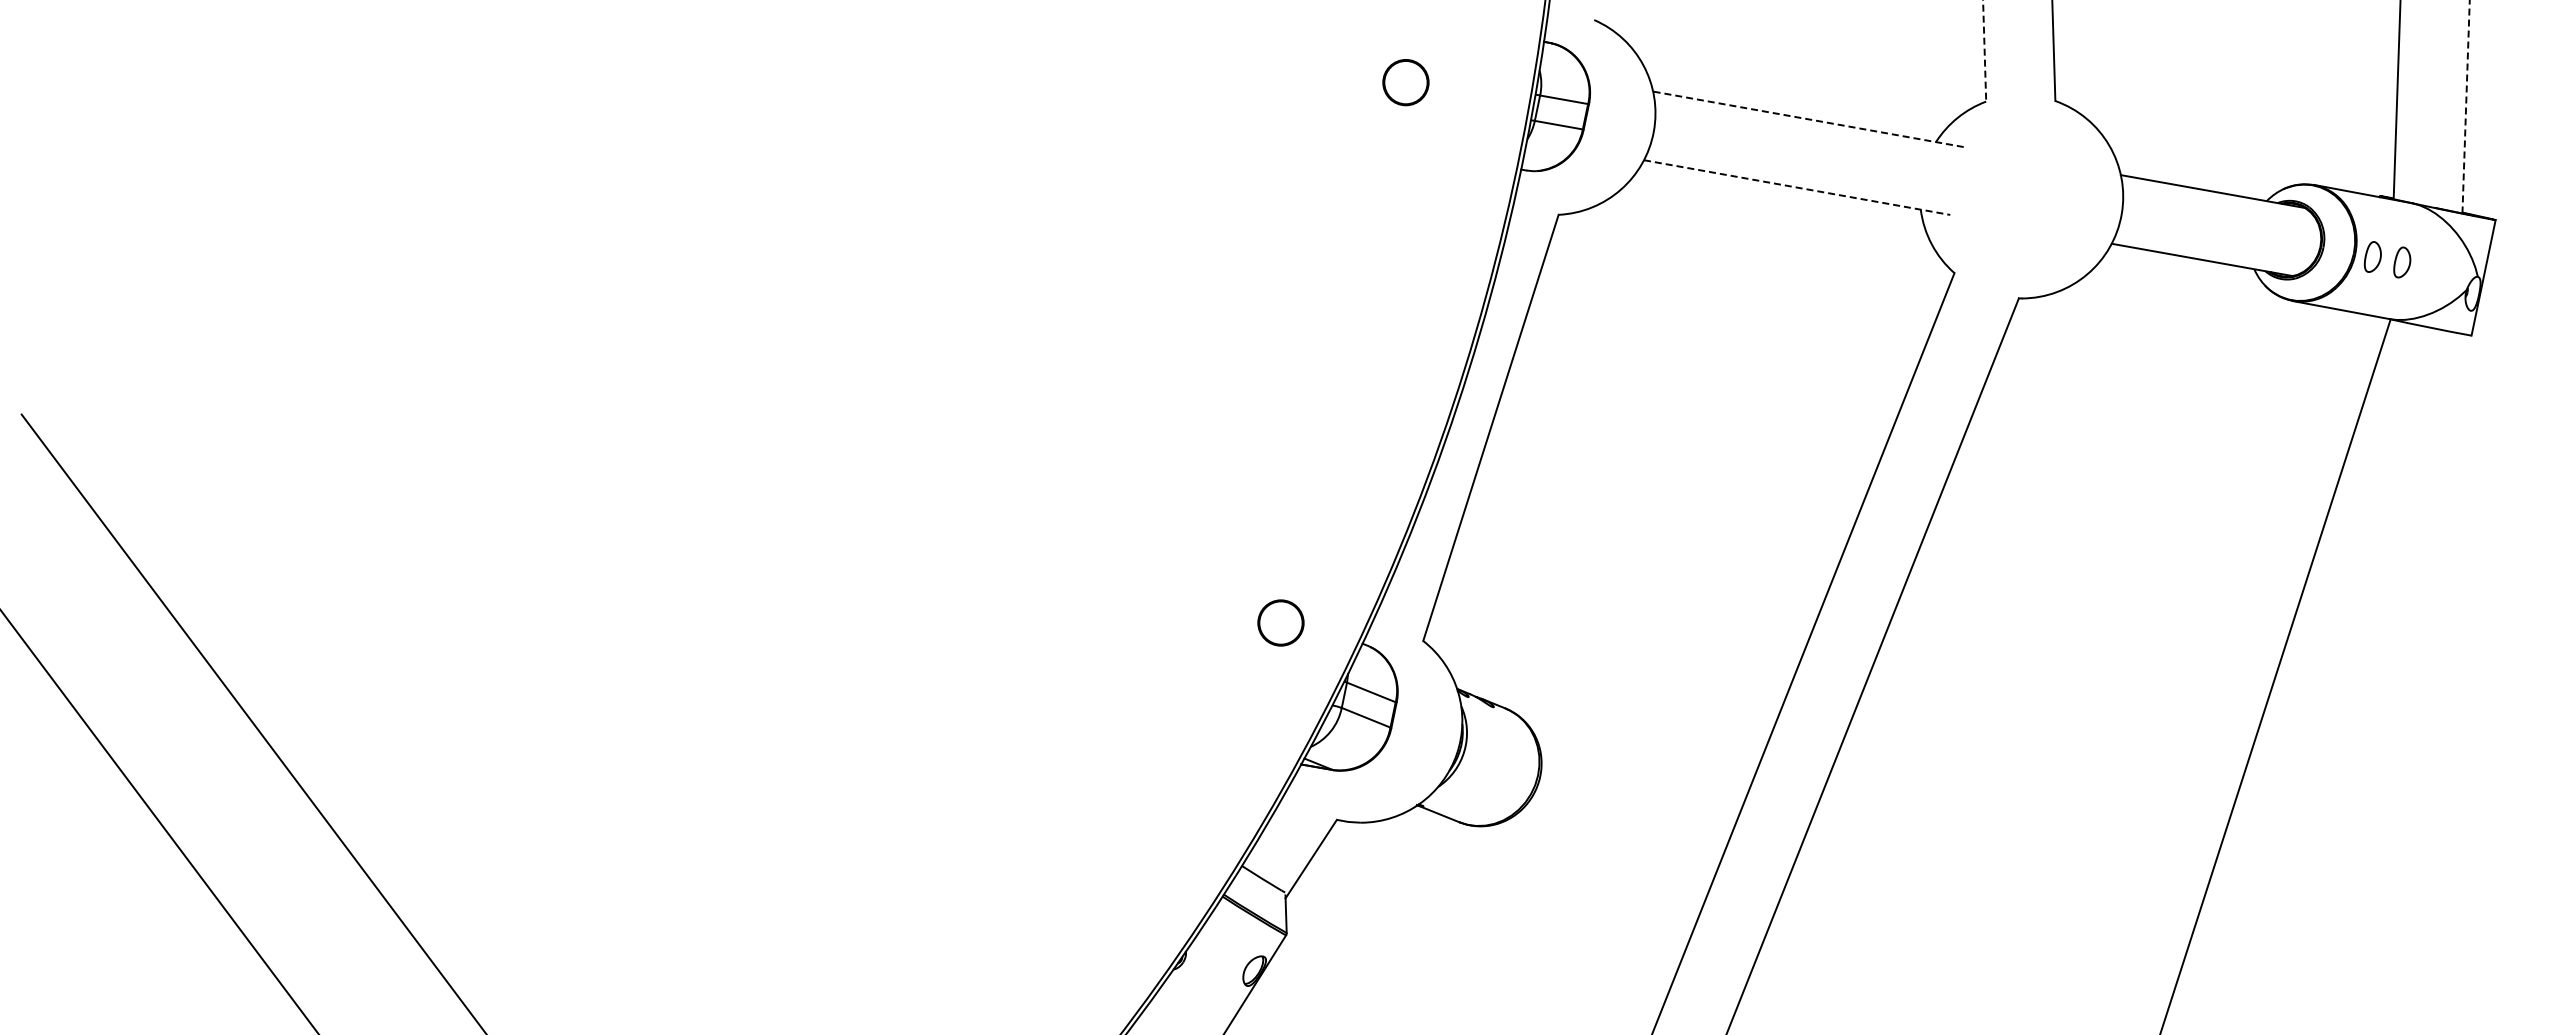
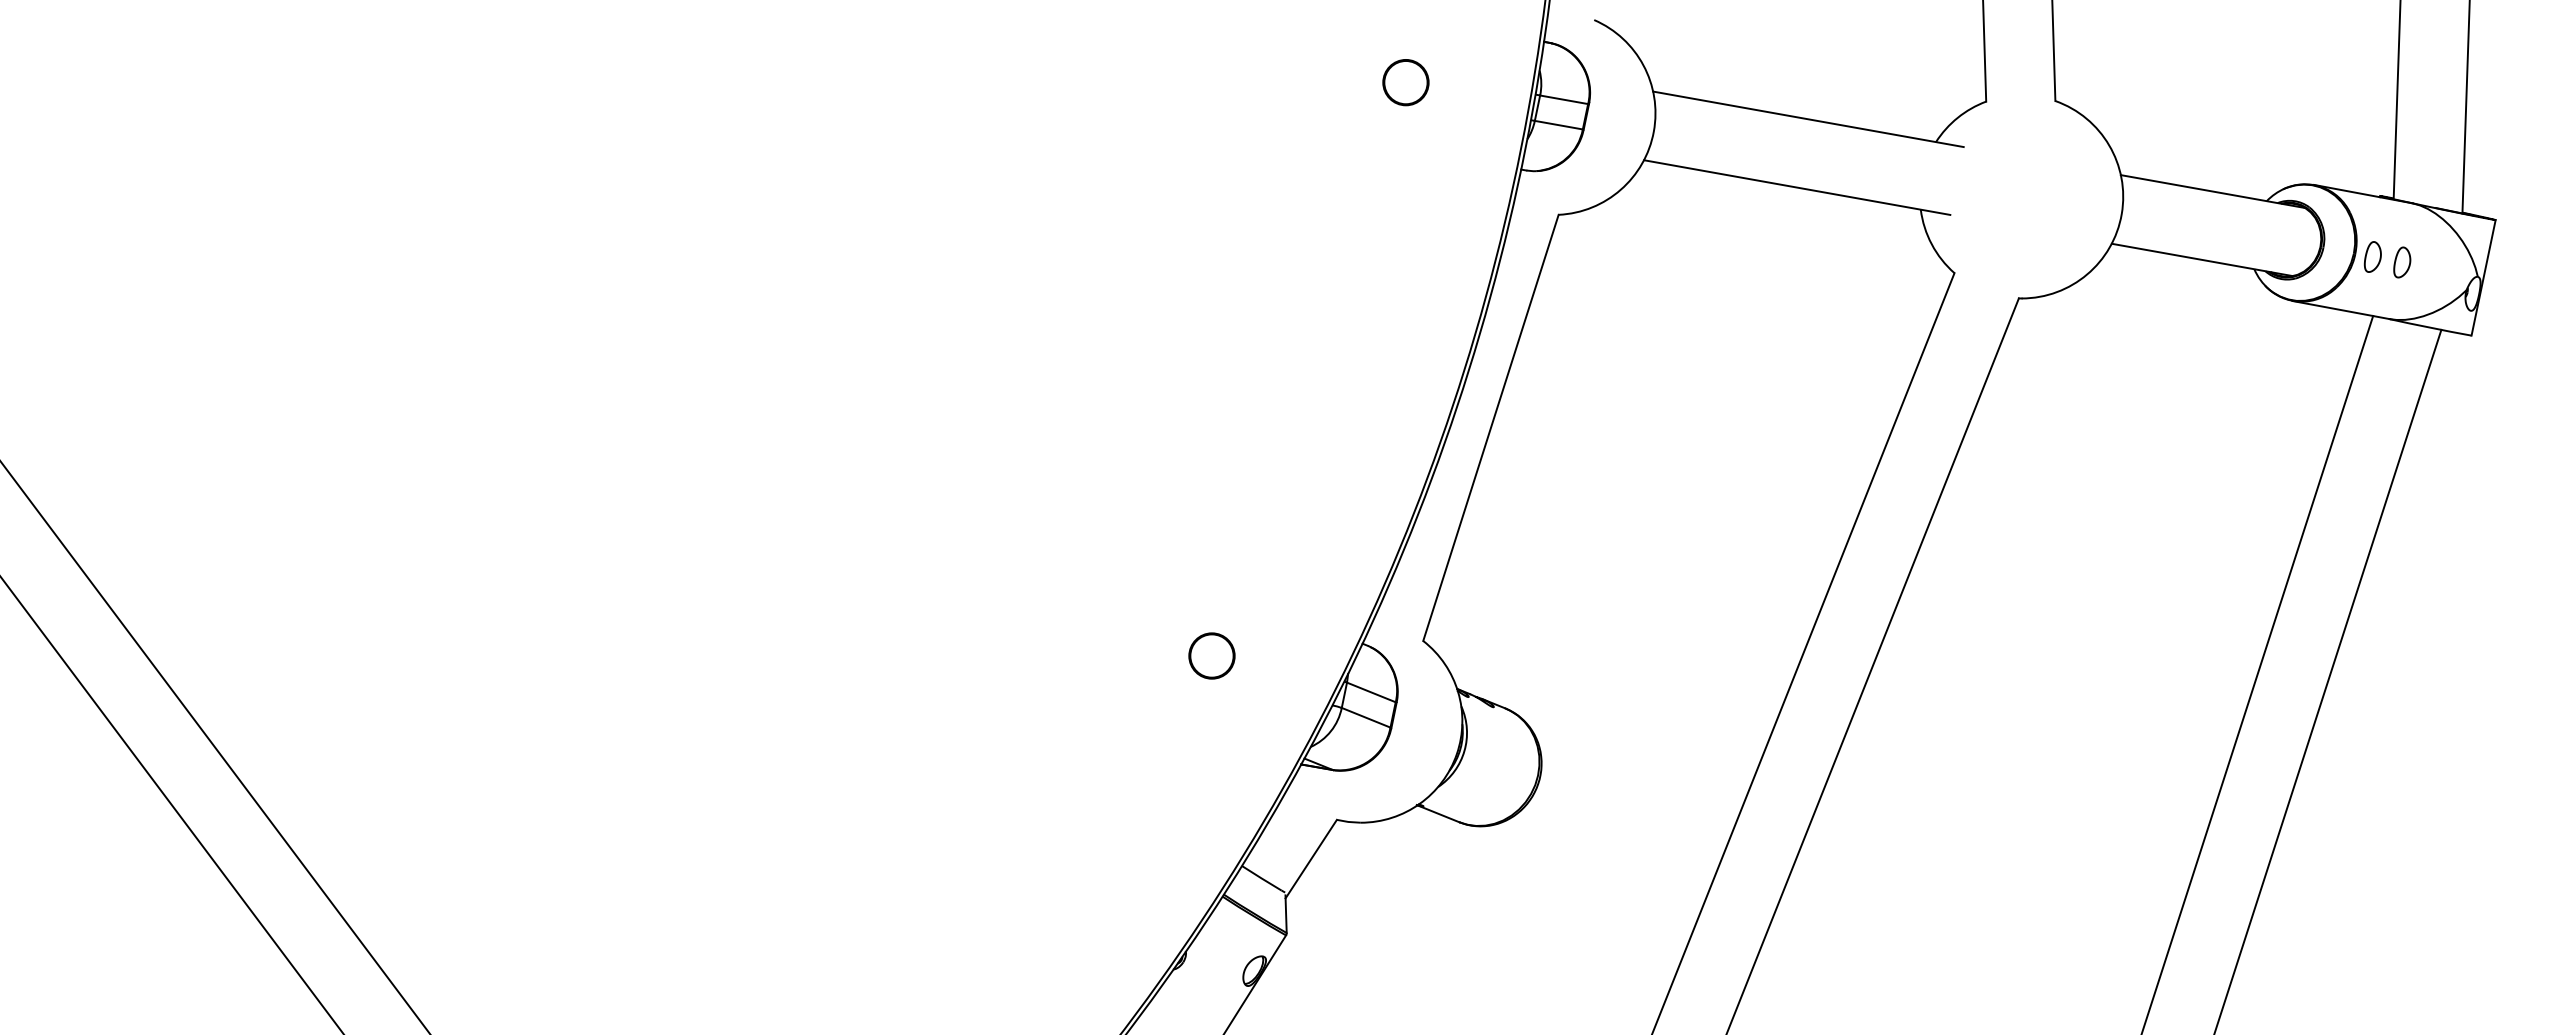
line at (1984, 51): dashed -> solid
line at (2466, 106): dashed -> solid
line at (1808, 119): dashed -> solid
line at (1797, 187): dashed -> solid
circle at (1280, 622) position: (1280, 622) -> (1211, 655)
line at (2275, 676) position: (2275, 676) -> (2257, 673)
line at (2328, 680): none -> present
line at (252, 722) position: (252, 722) -> (215, 747)
line at (159, 821) position: (159, 821) -> (171, 805)
